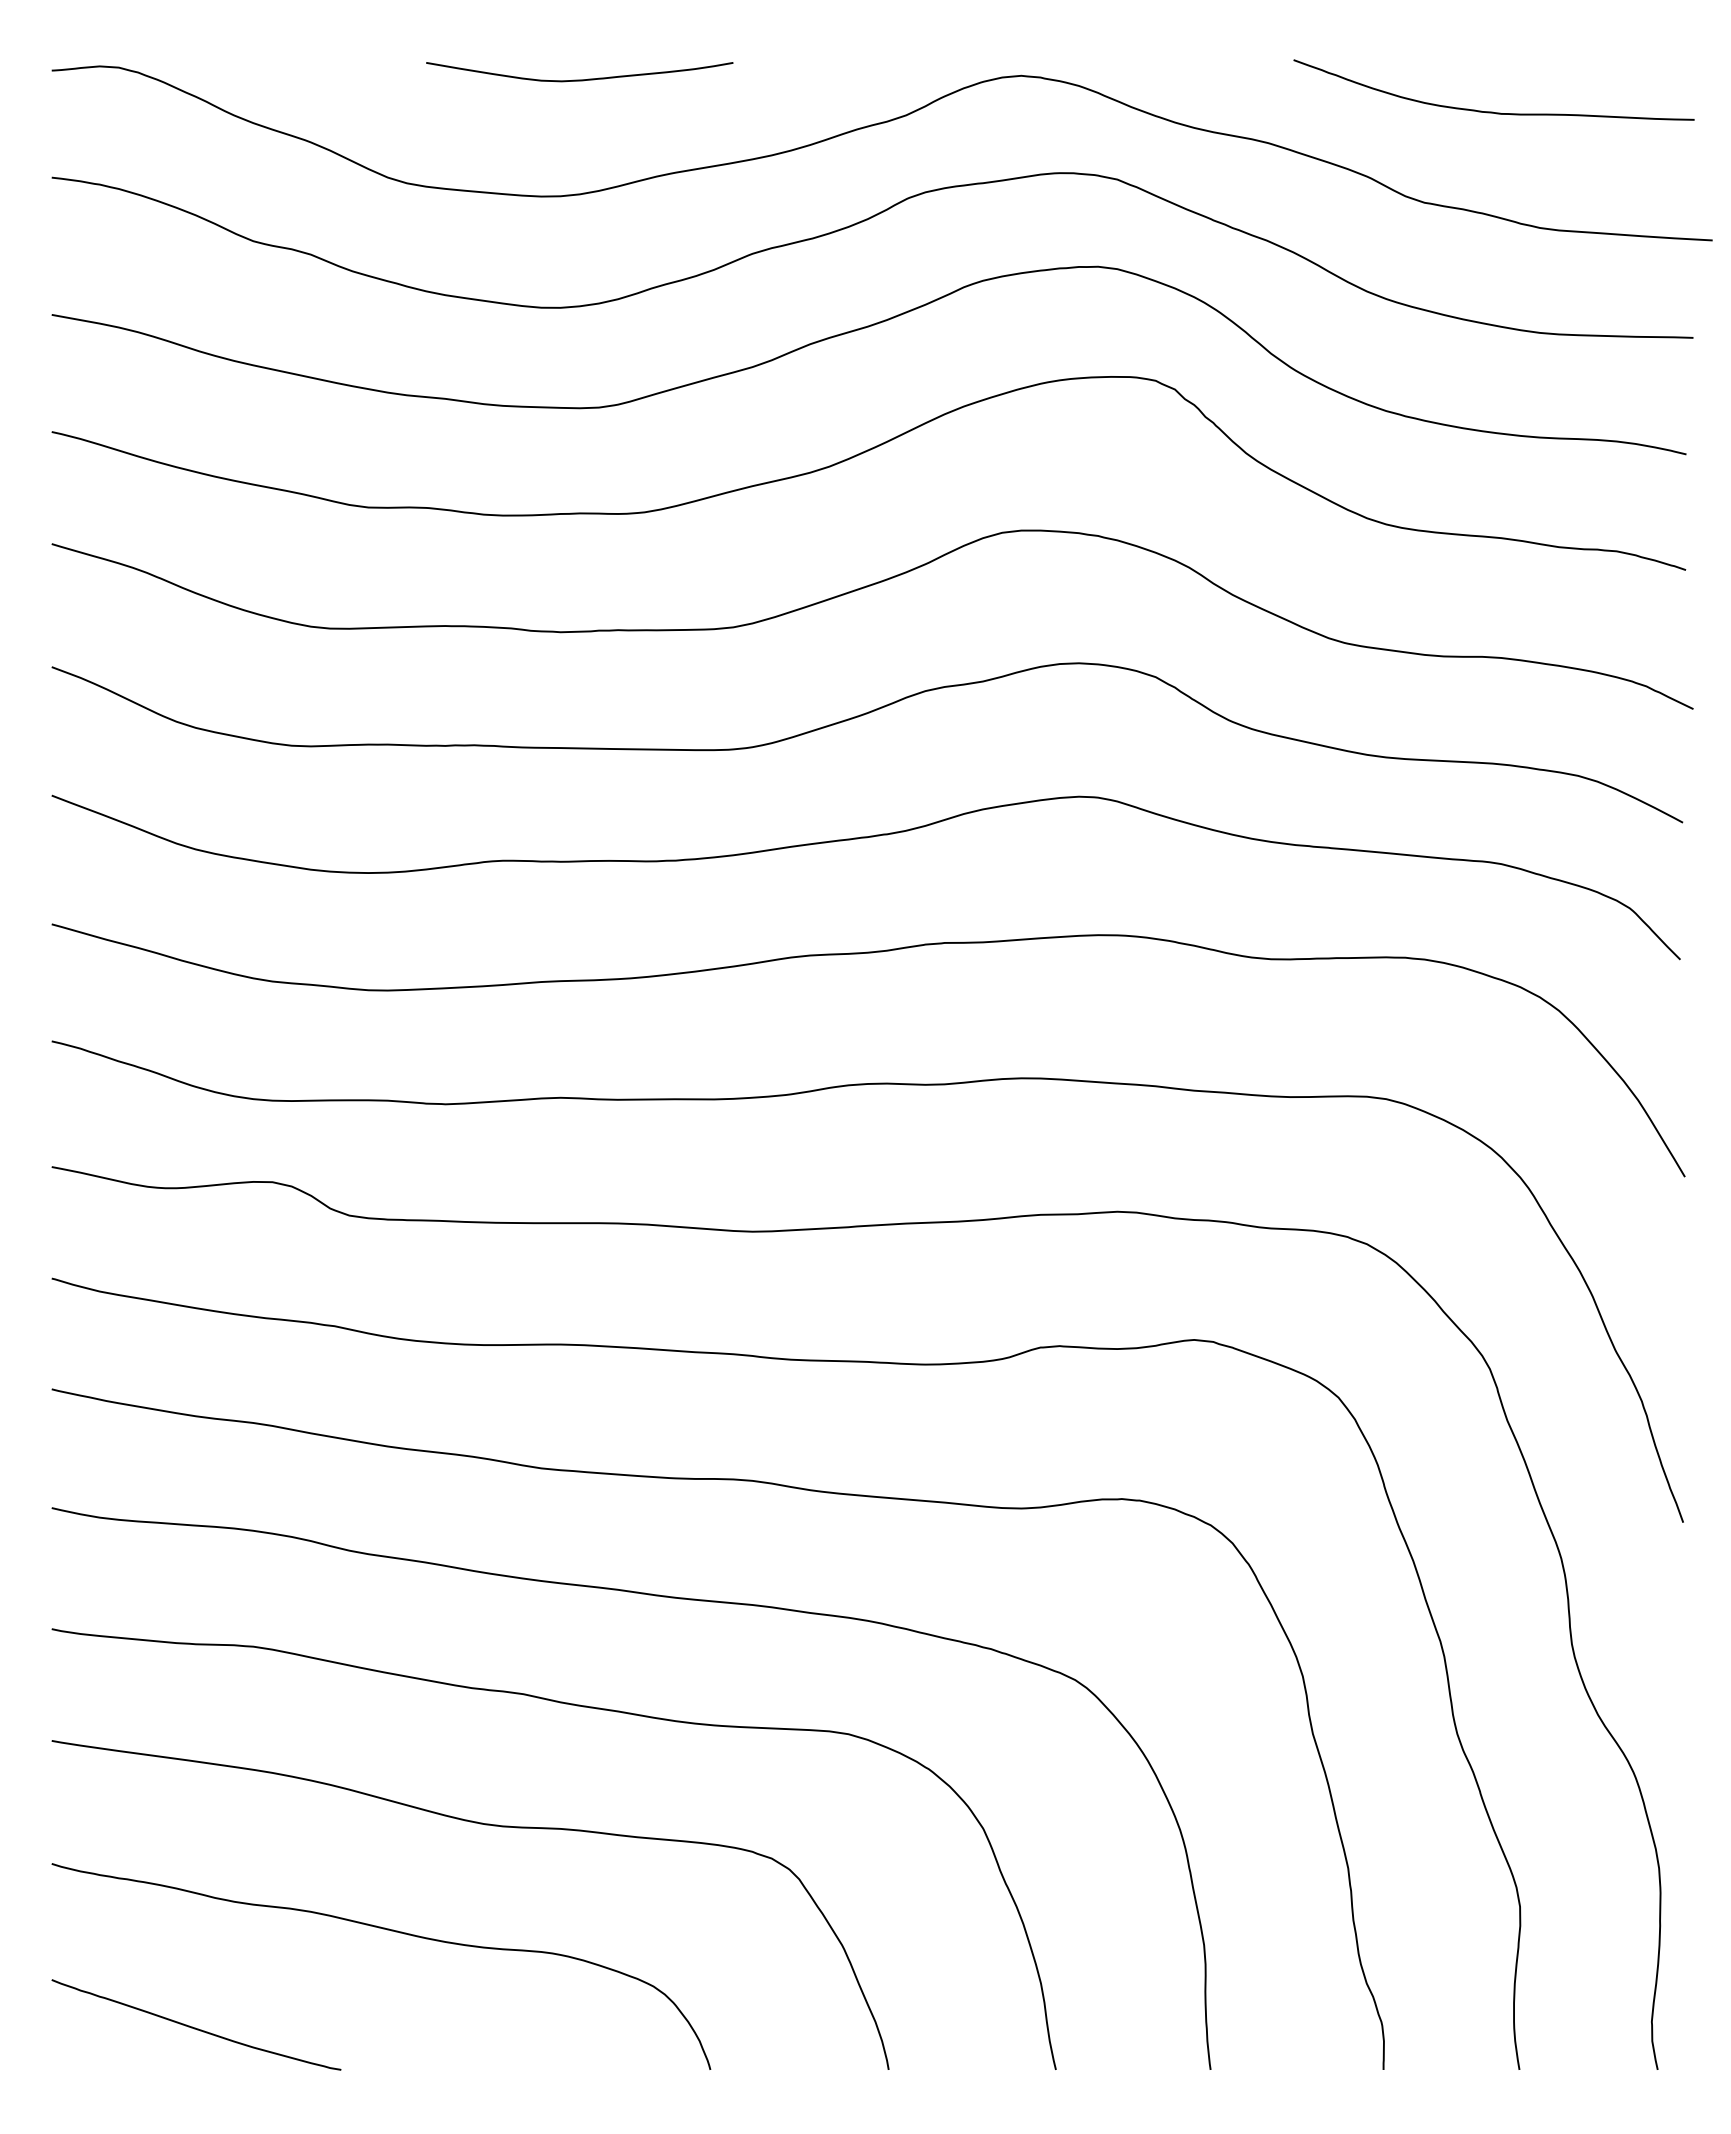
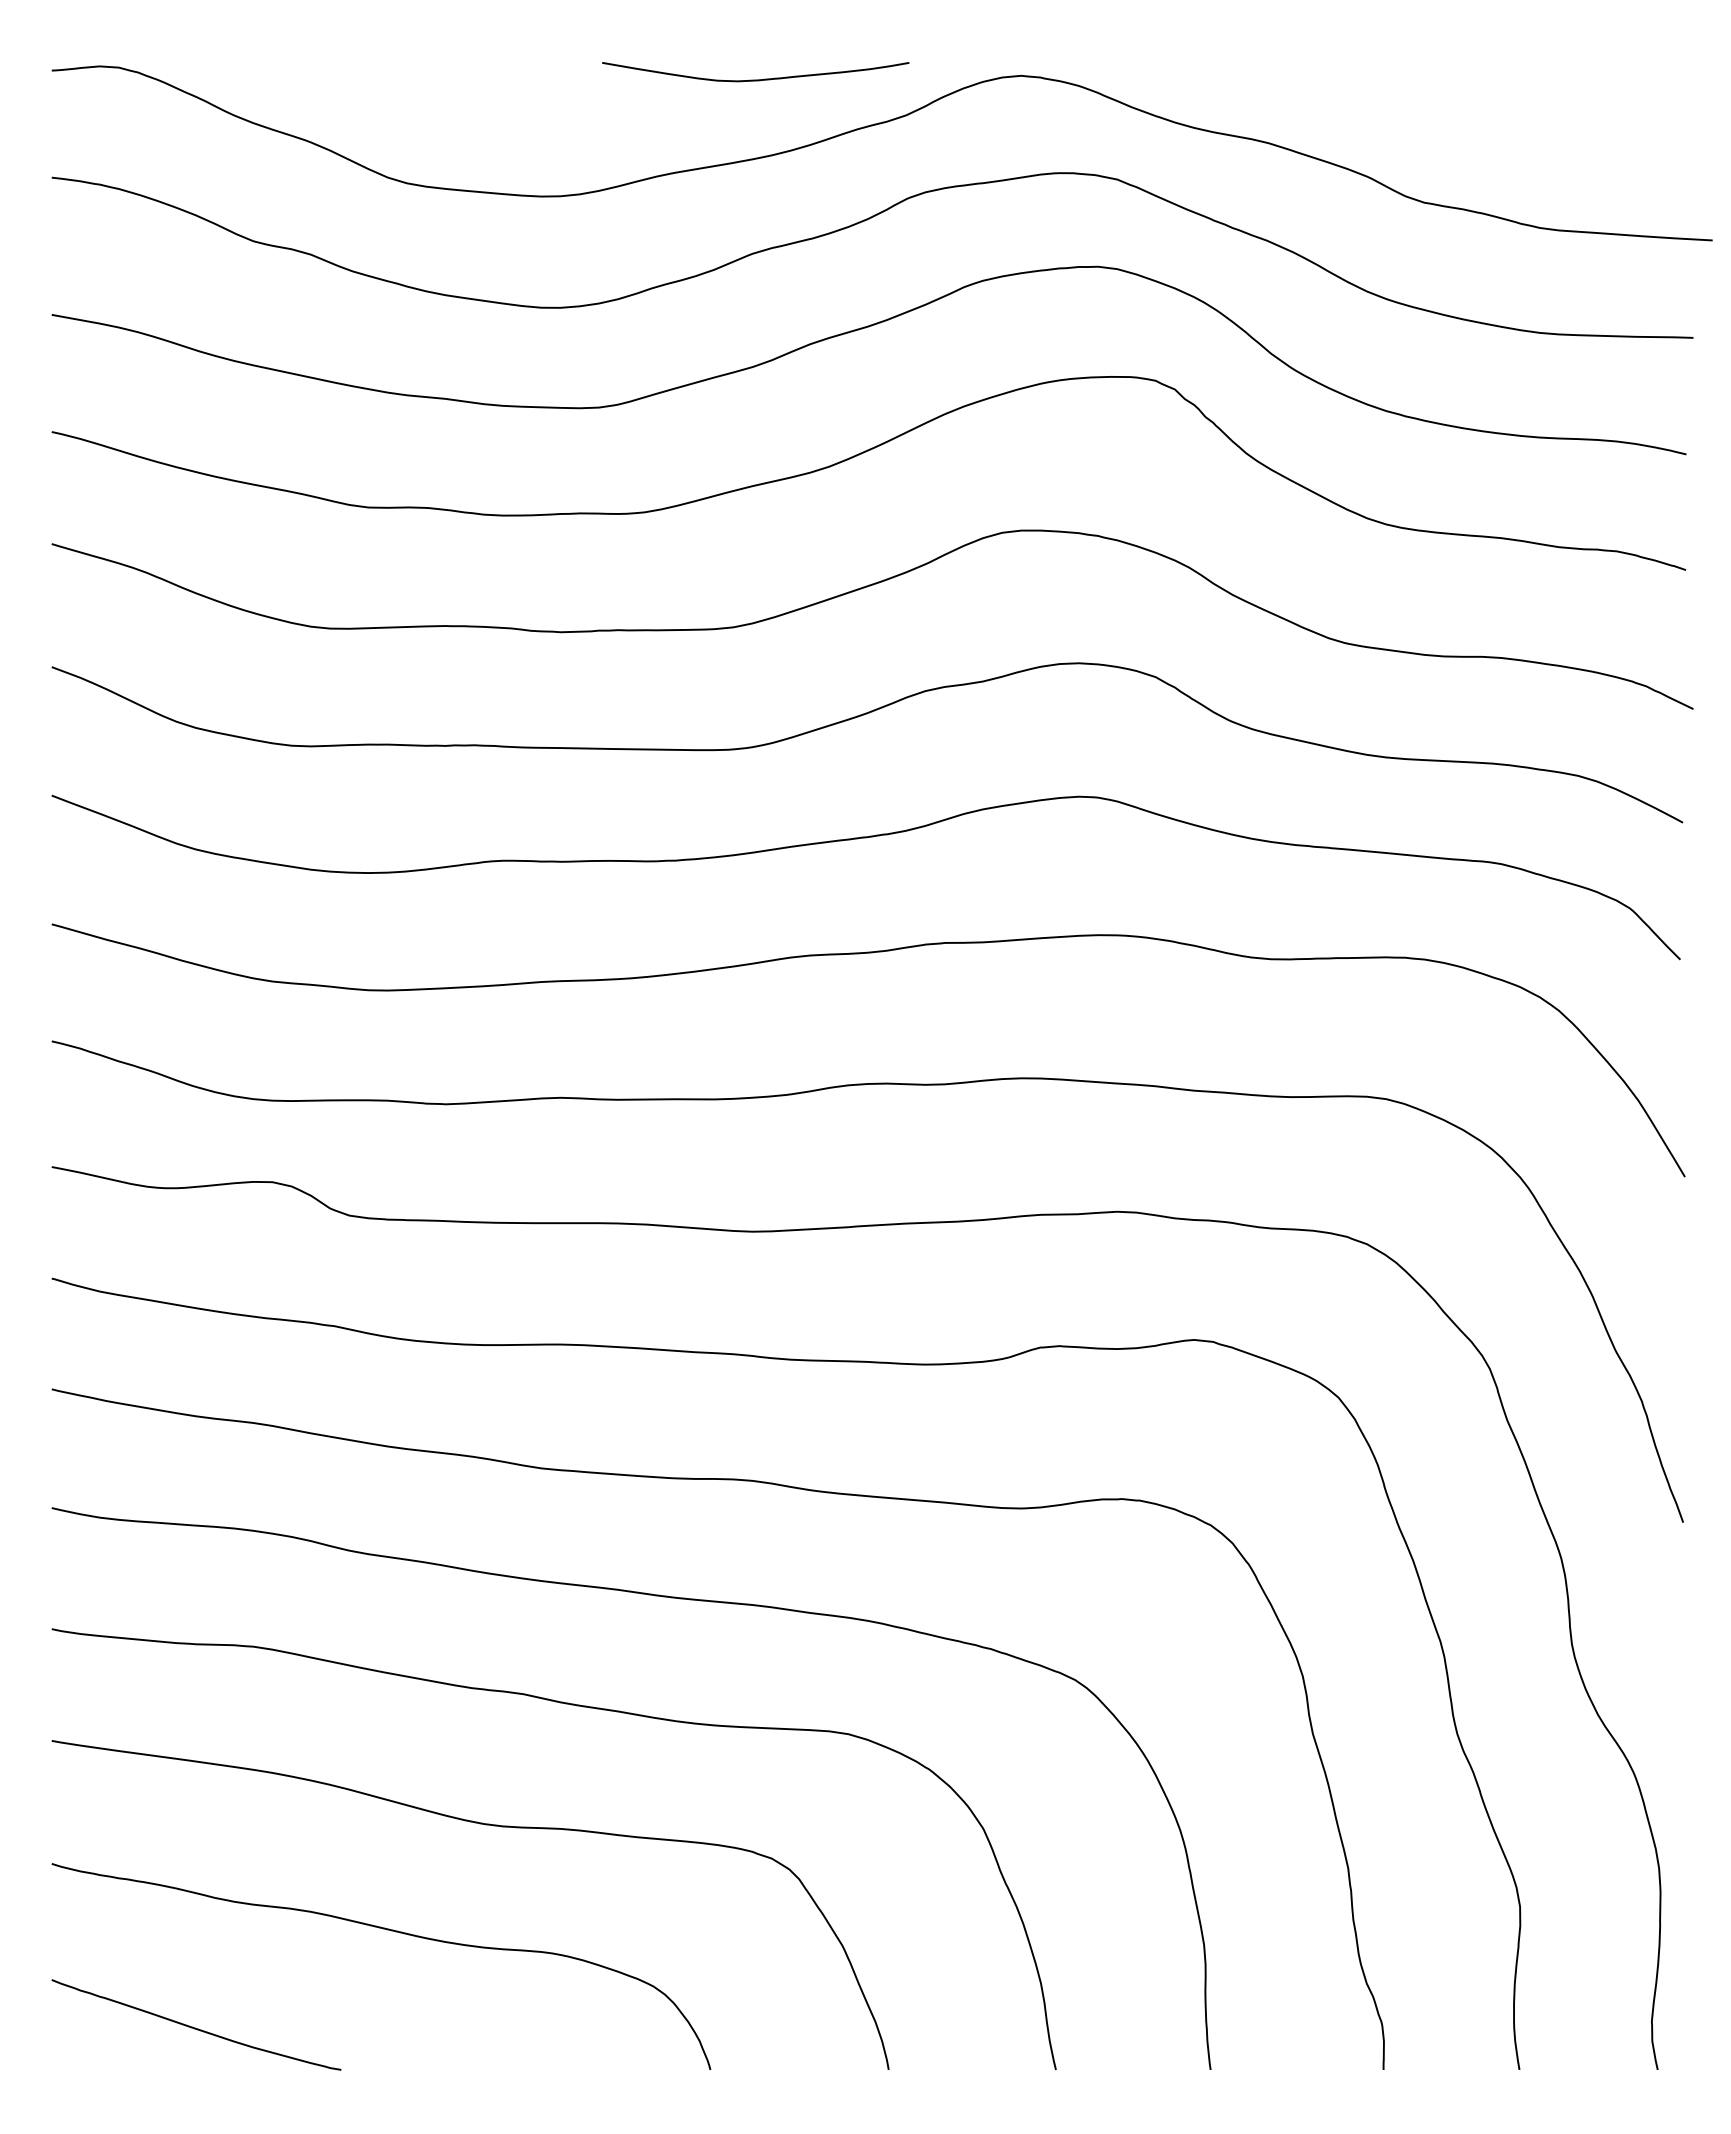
curve at (579, 79) position: (579, 79) -> (755, 79)
curve at (1493, 111): present -> none
